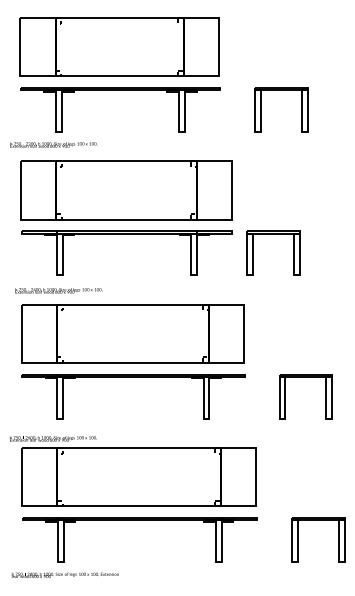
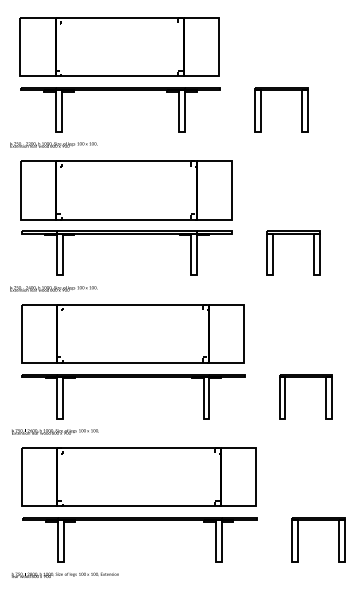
part at (273, 234) position: (273, 234) -> (293, 234)
text at (58, 290) position: (58, 290) -> (53, 288)
text at (53, 438) position: (53, 438) -> (55, 431)
